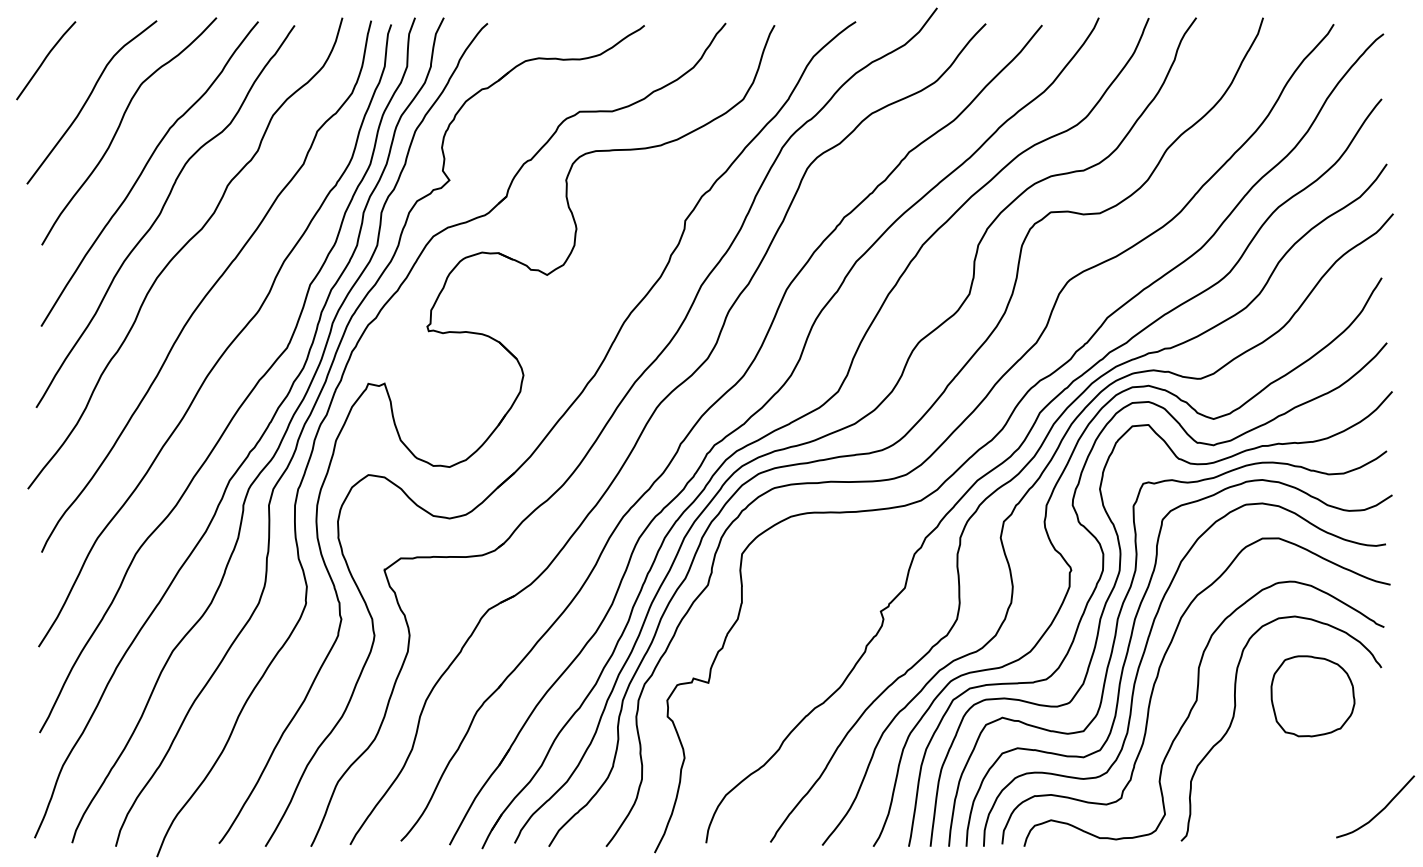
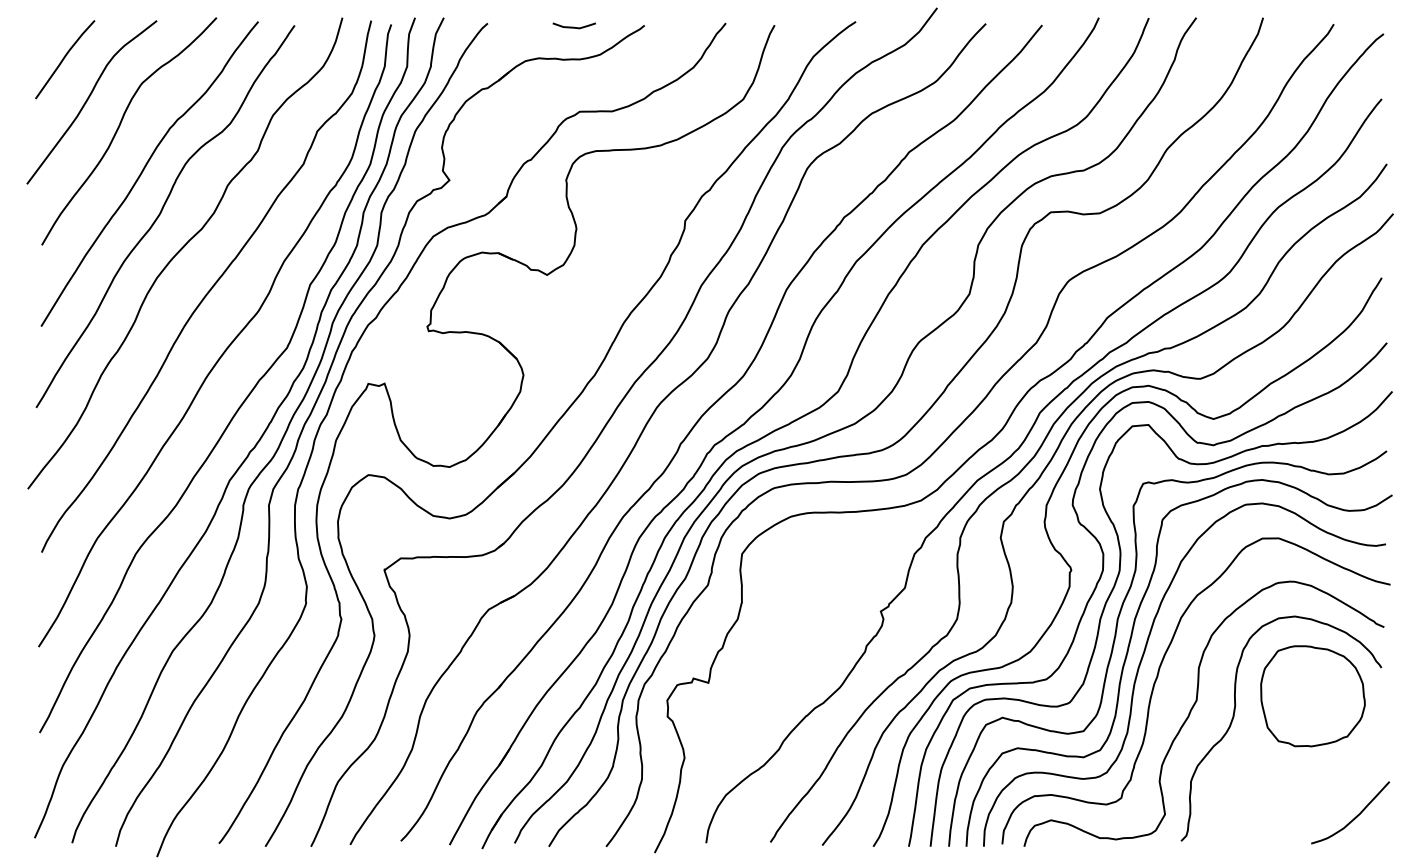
curve at (573, 26): none -> present
curve at (45, 60) position: (45, 60) -> (64, 59)
part at (1312, 696) size: 86x83 px -> 106x103 px
curve at (1380, 810) position: (1380, 810) -> (1355, 816)
